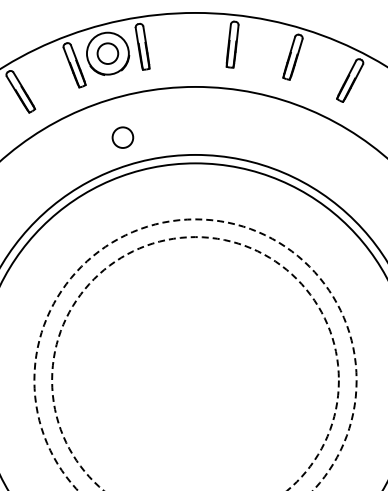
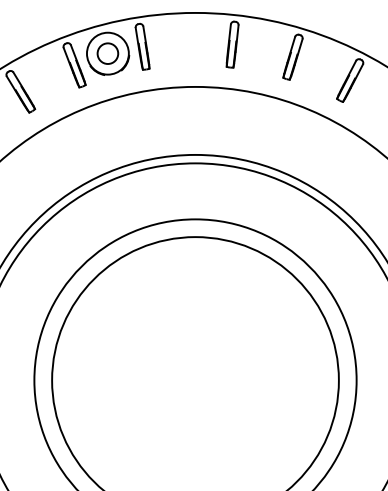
circle at (122, 137): present -> none
circle at (195, 354): dashed -> solid
circle at (195, 363): dashed -> solid
